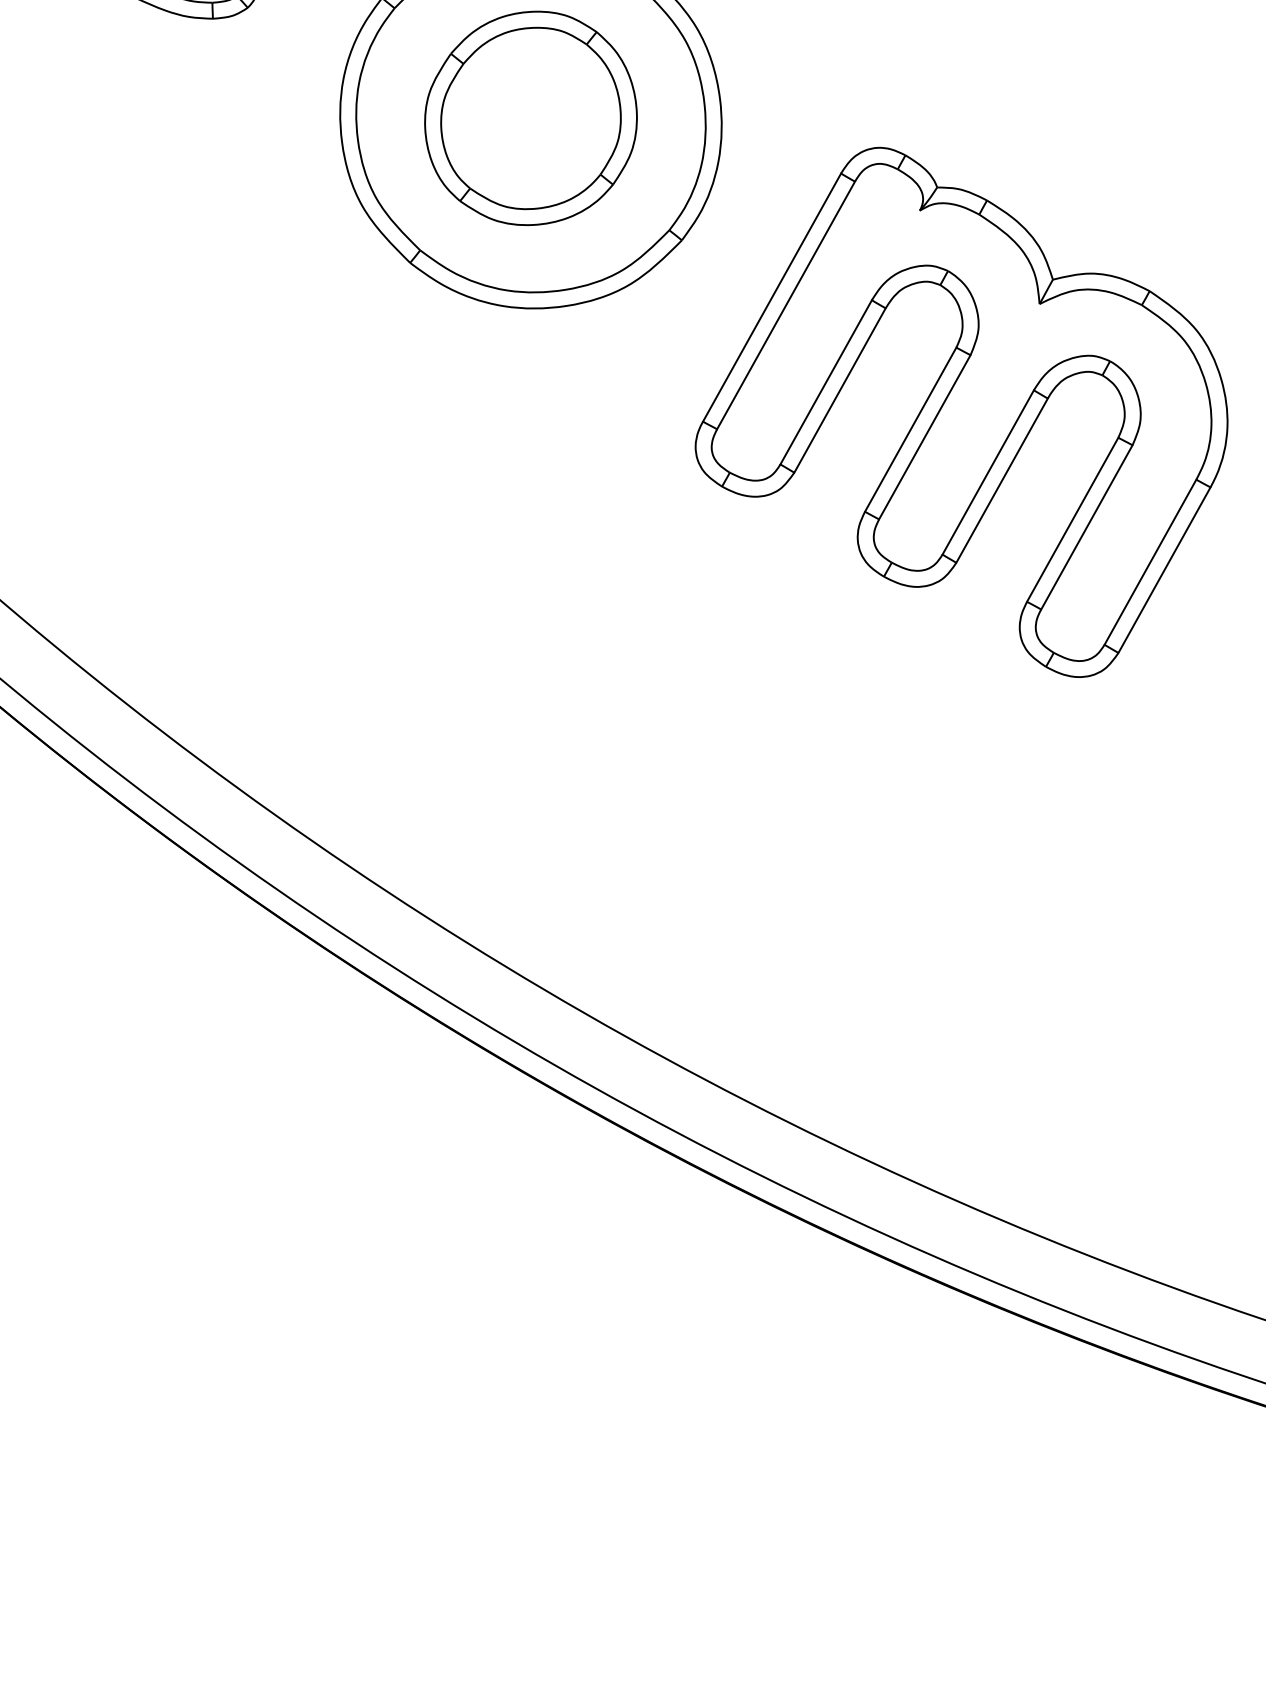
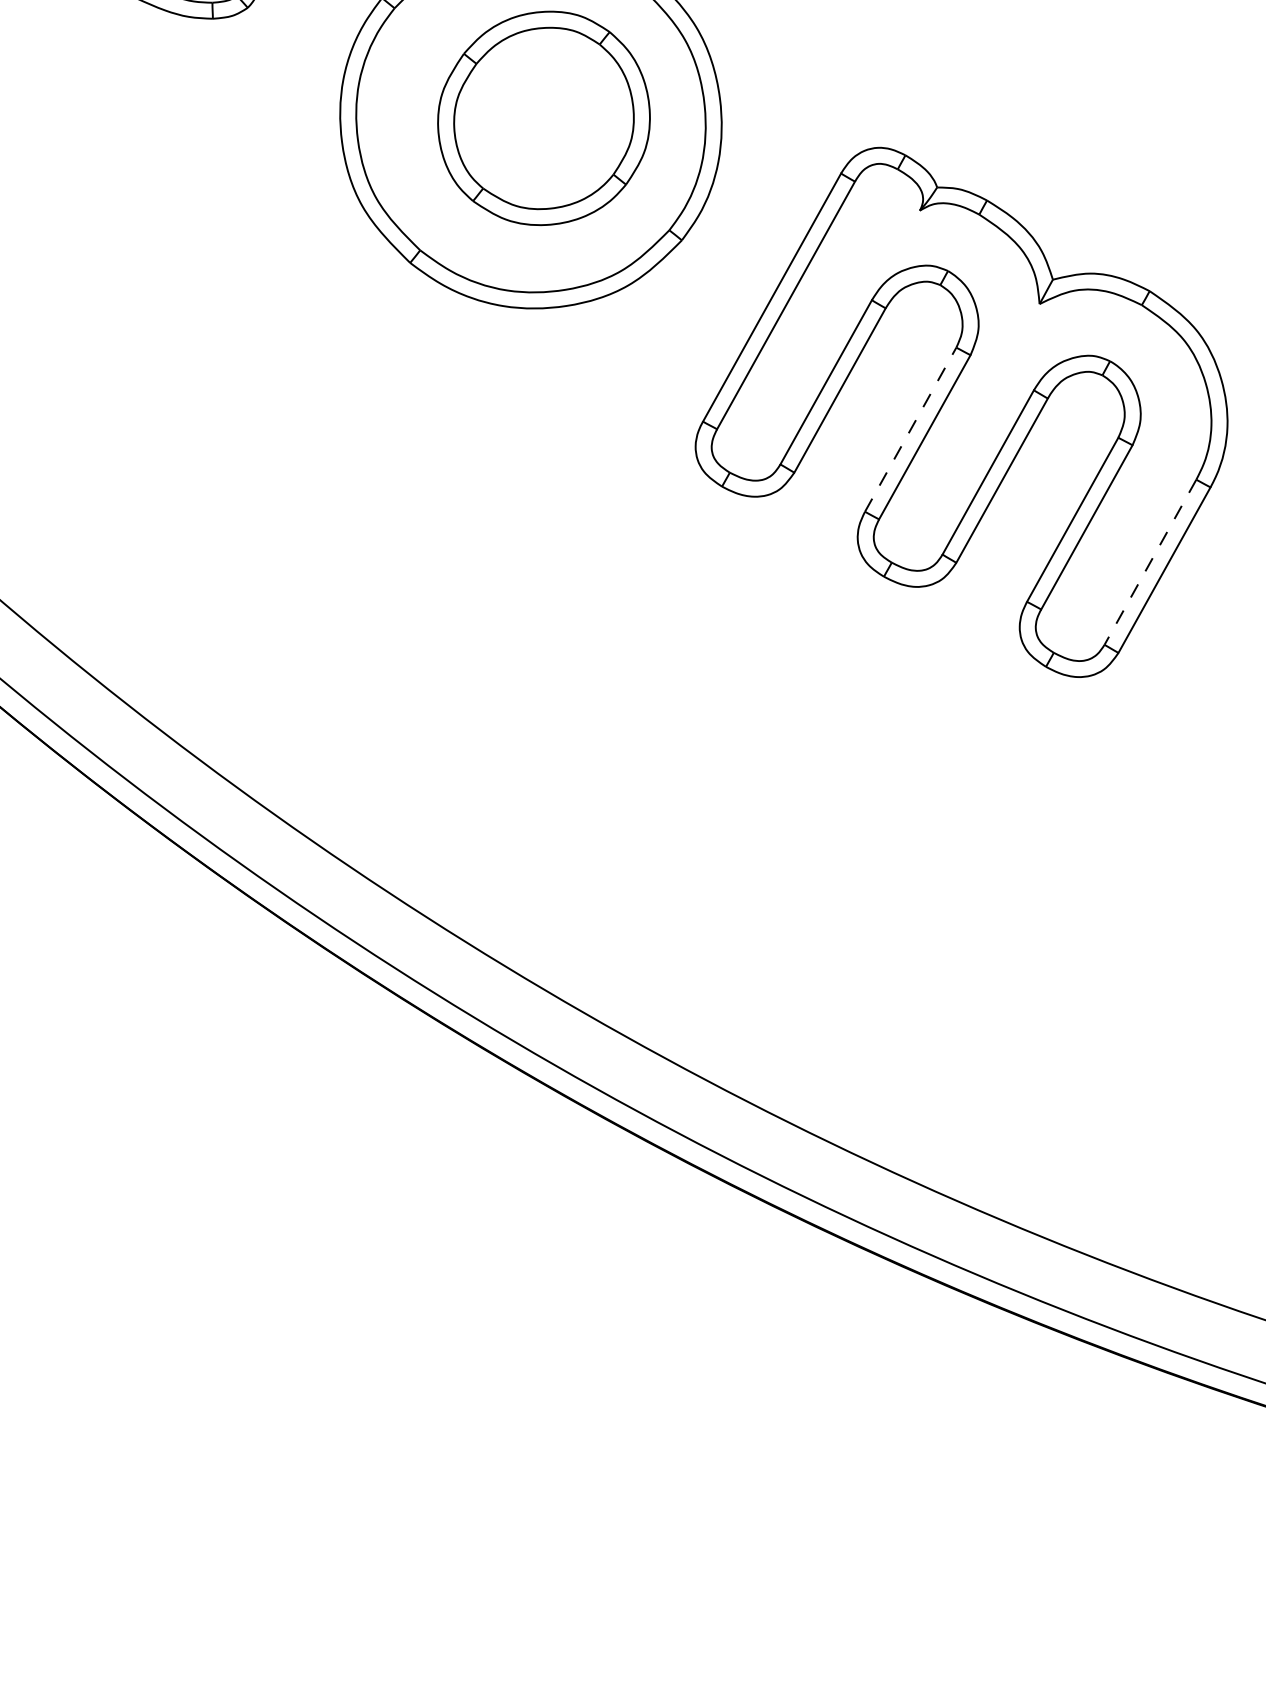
part at (530, 118) position: (530, 118) -> (543, 118)
line at (910, 429): solid -> dashed
line at (1150, 562): solid -> dashed
